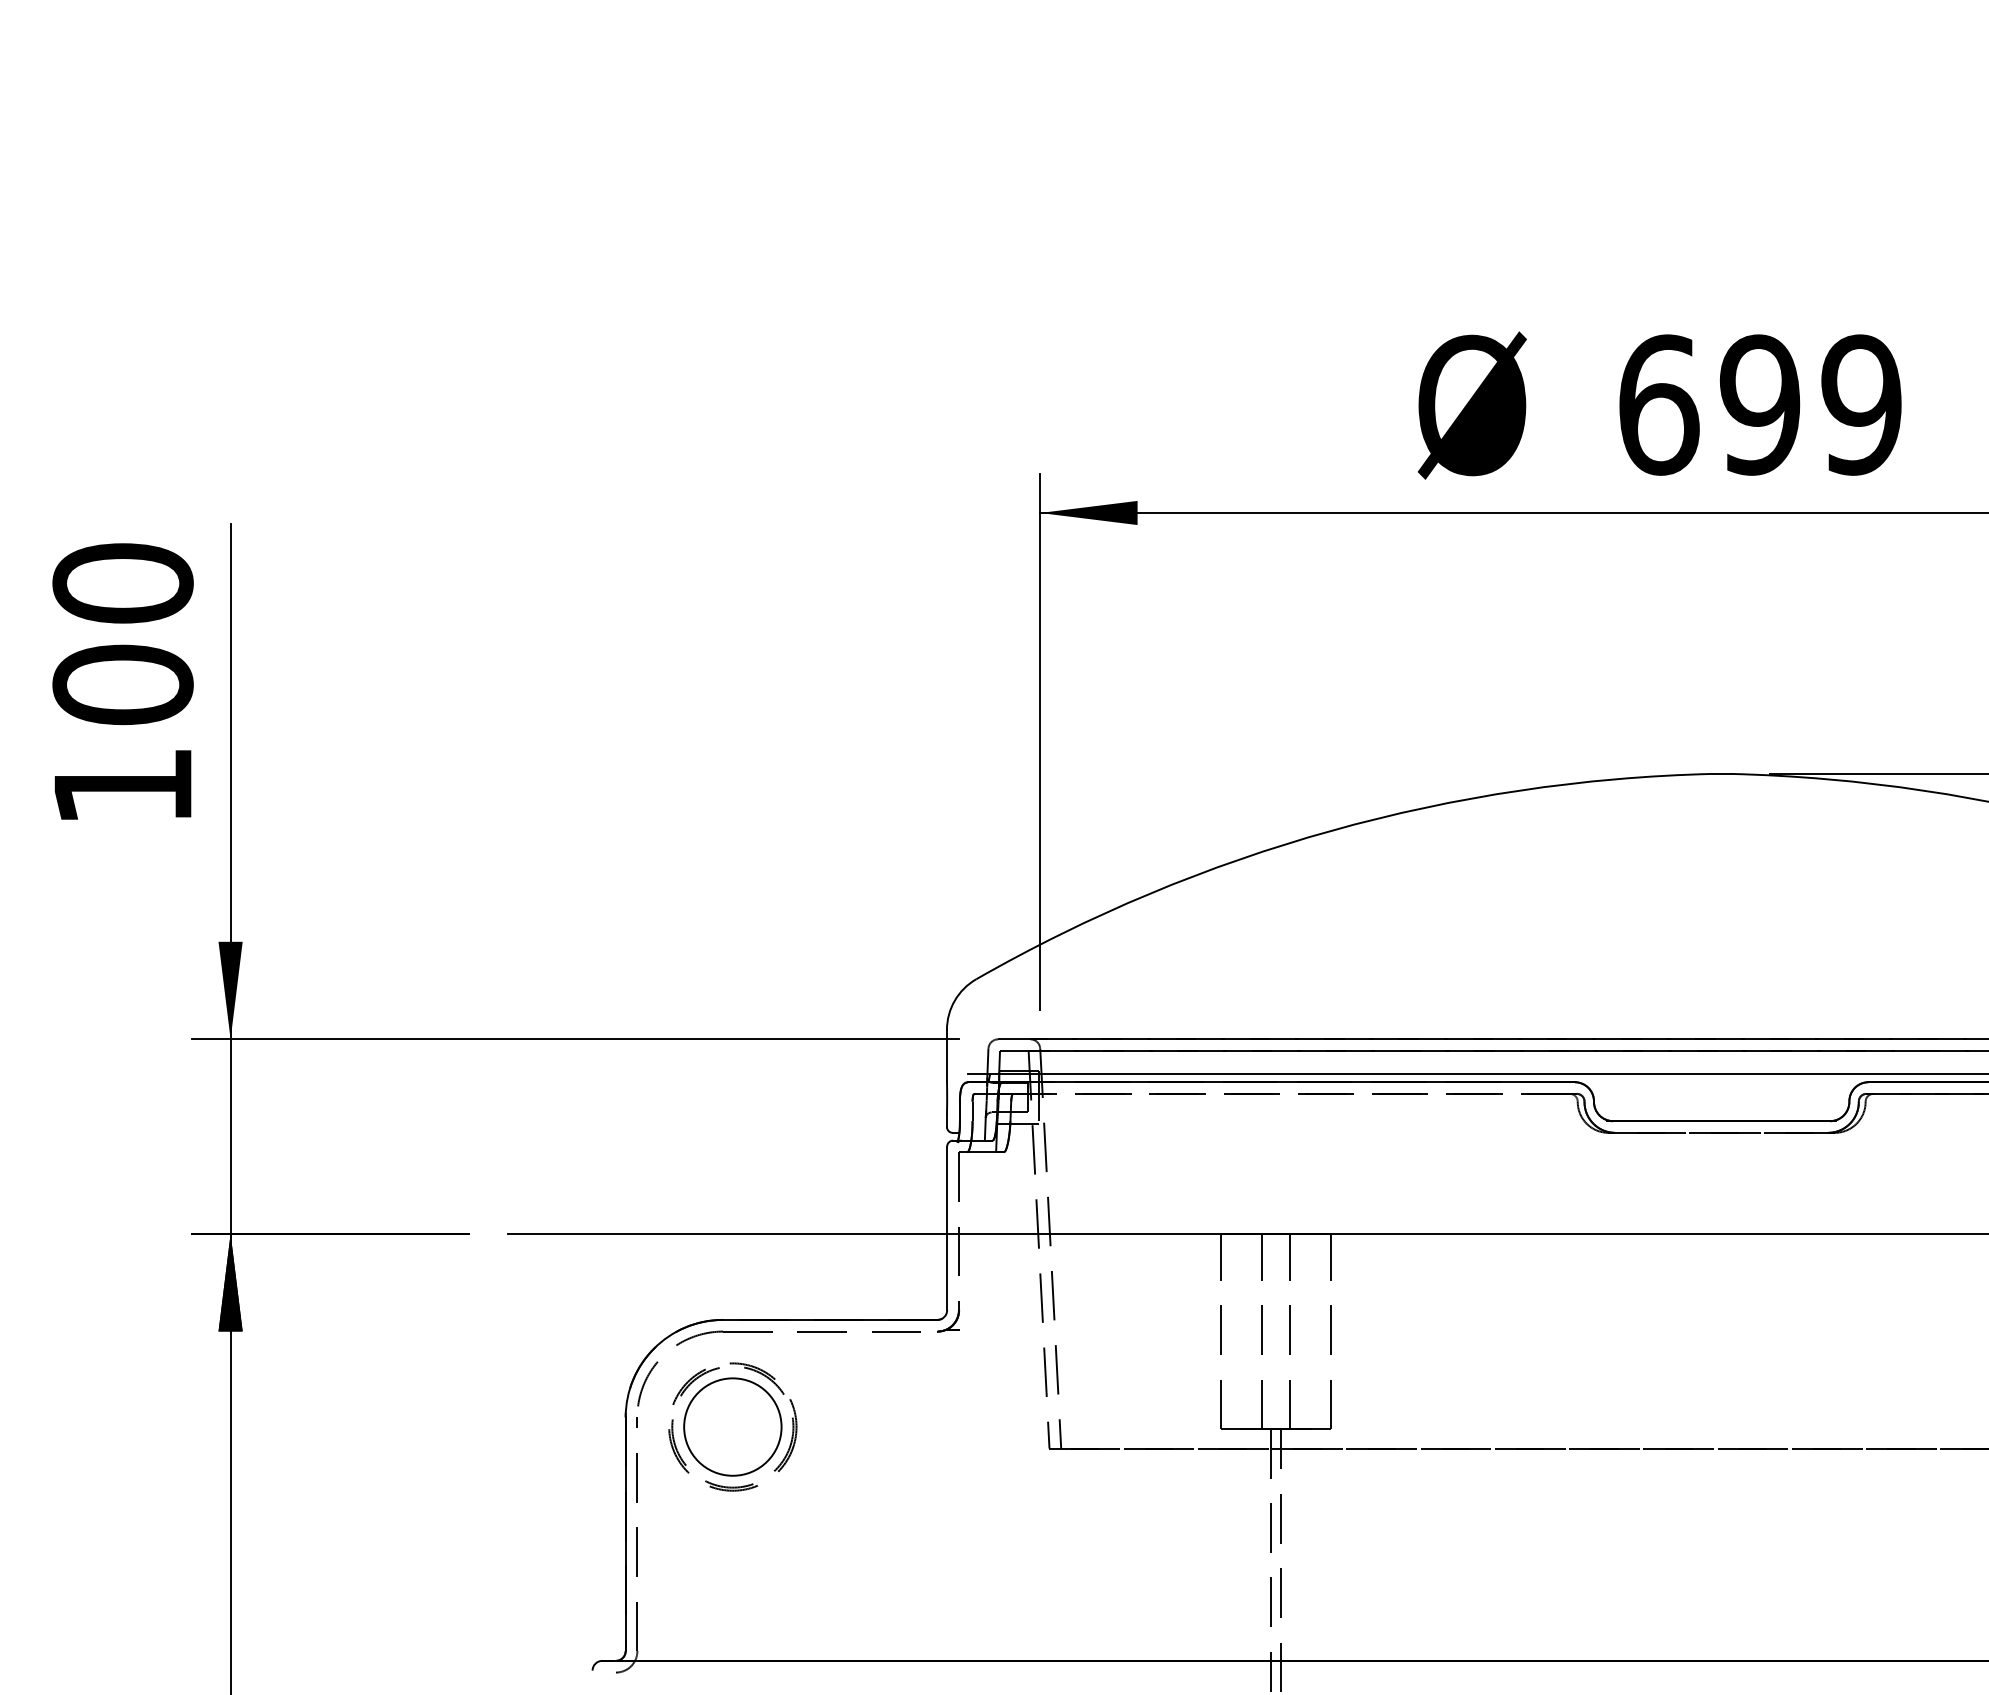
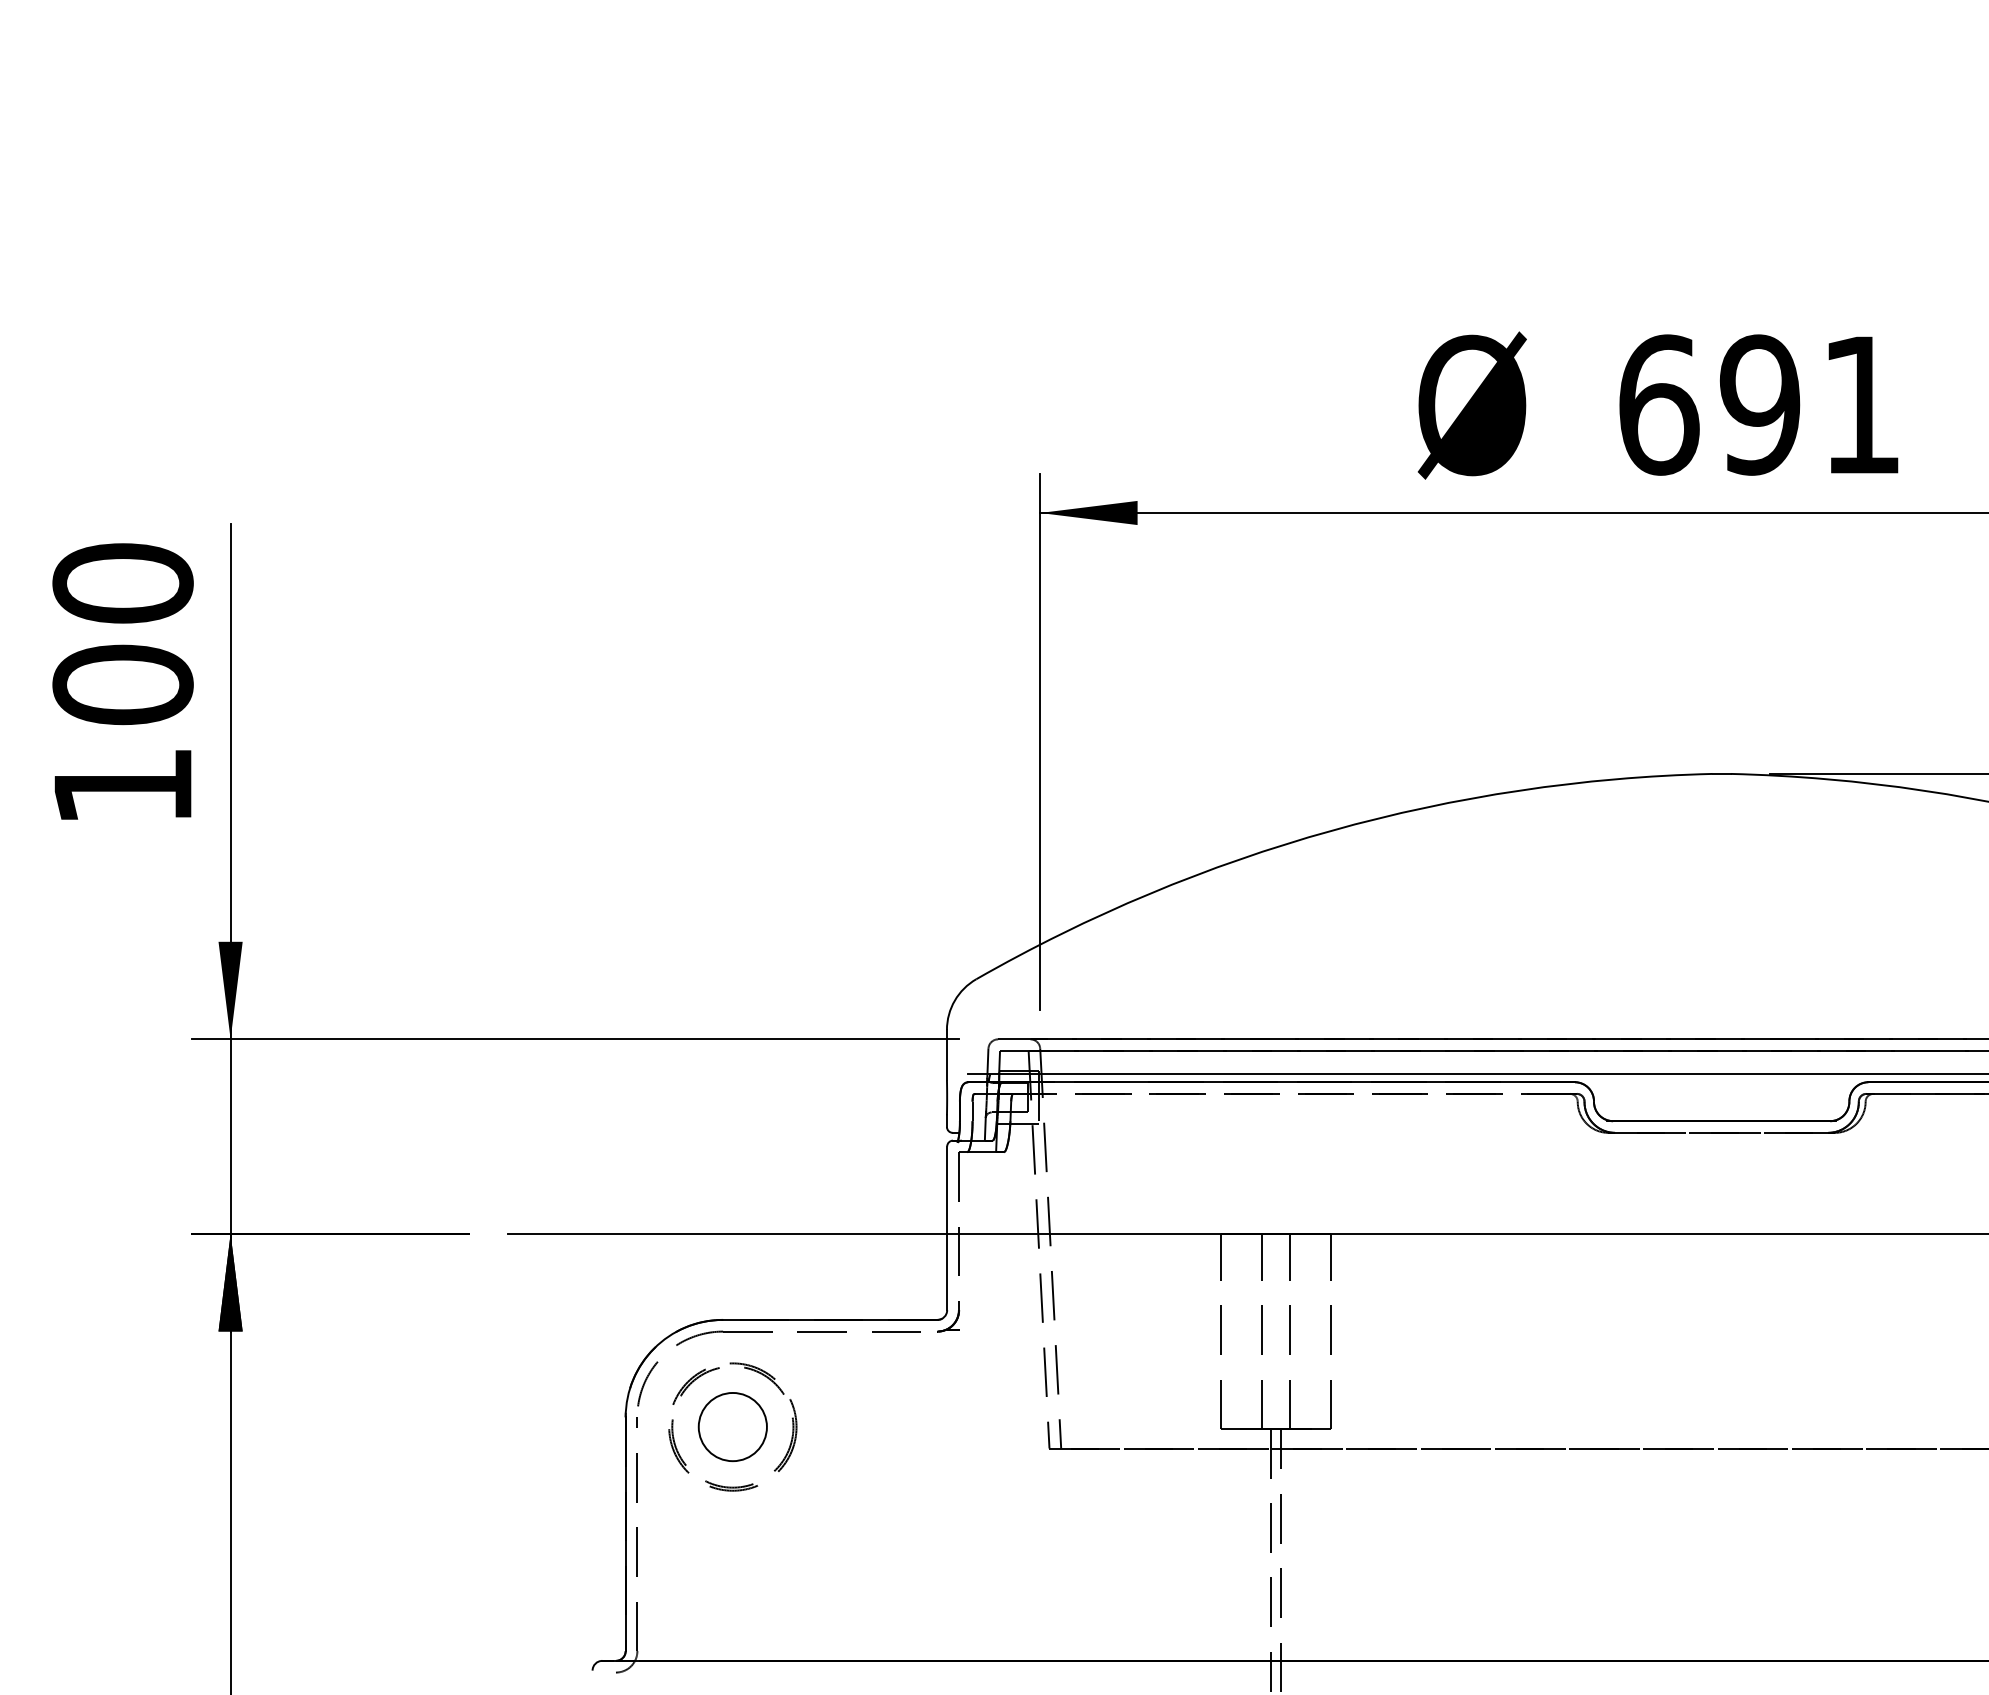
text at (1861, 404): 699 -> 691
circle at (732, 1426) diameter: 97 px -> 68 px
